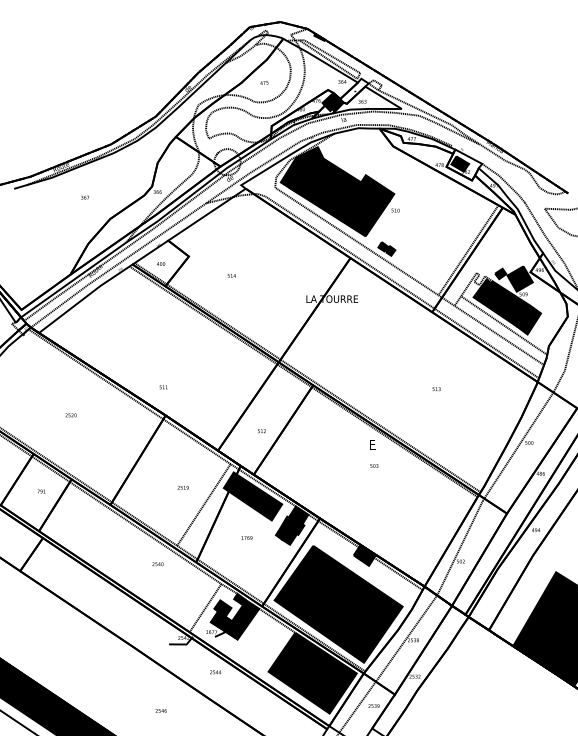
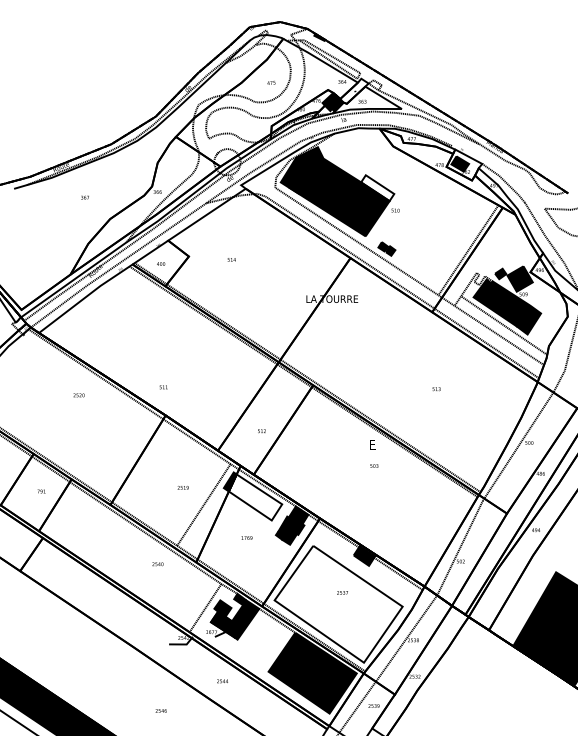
text at (264, 82) position: (264, 82) -> (271, 82)
fill at (377, 188): present -> none
text at (231, 275) position: (231, 275) -> (231, 259)
text at (70, 415) position: (70, 415) -> (78, 395)
fill at (255, 497): present -> none
fill at (338, 603): present -> none
text at (215, 672) position: (215, 672) -> (222, 681)
